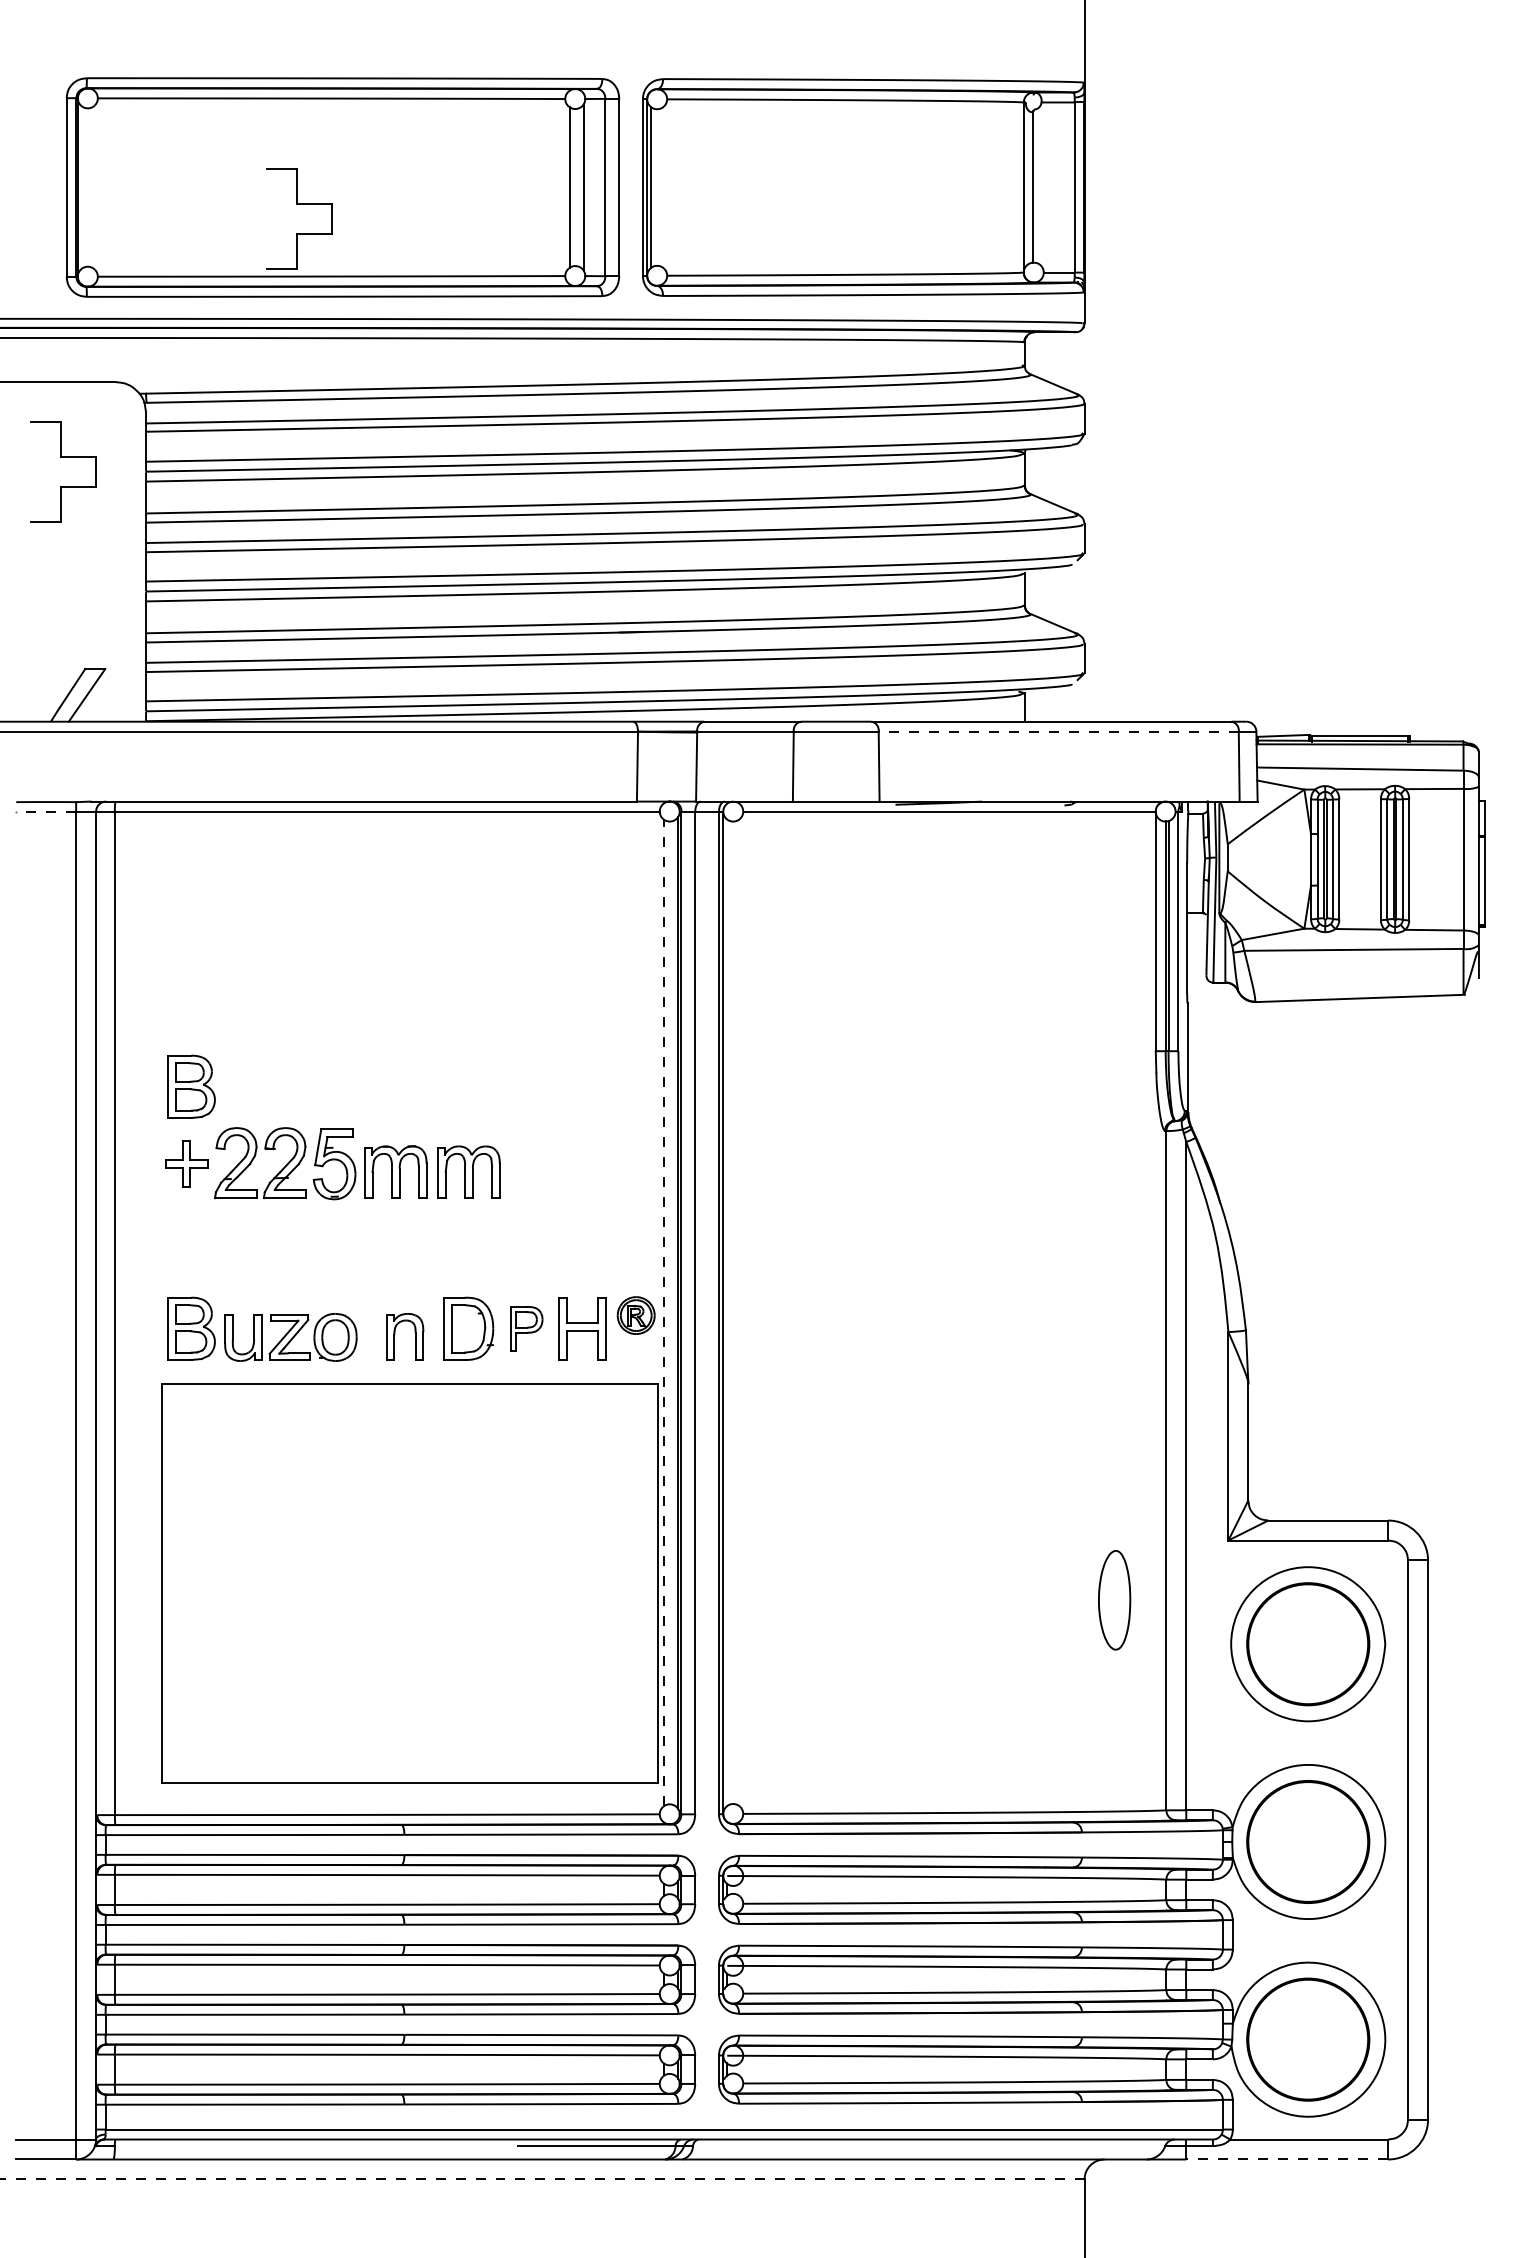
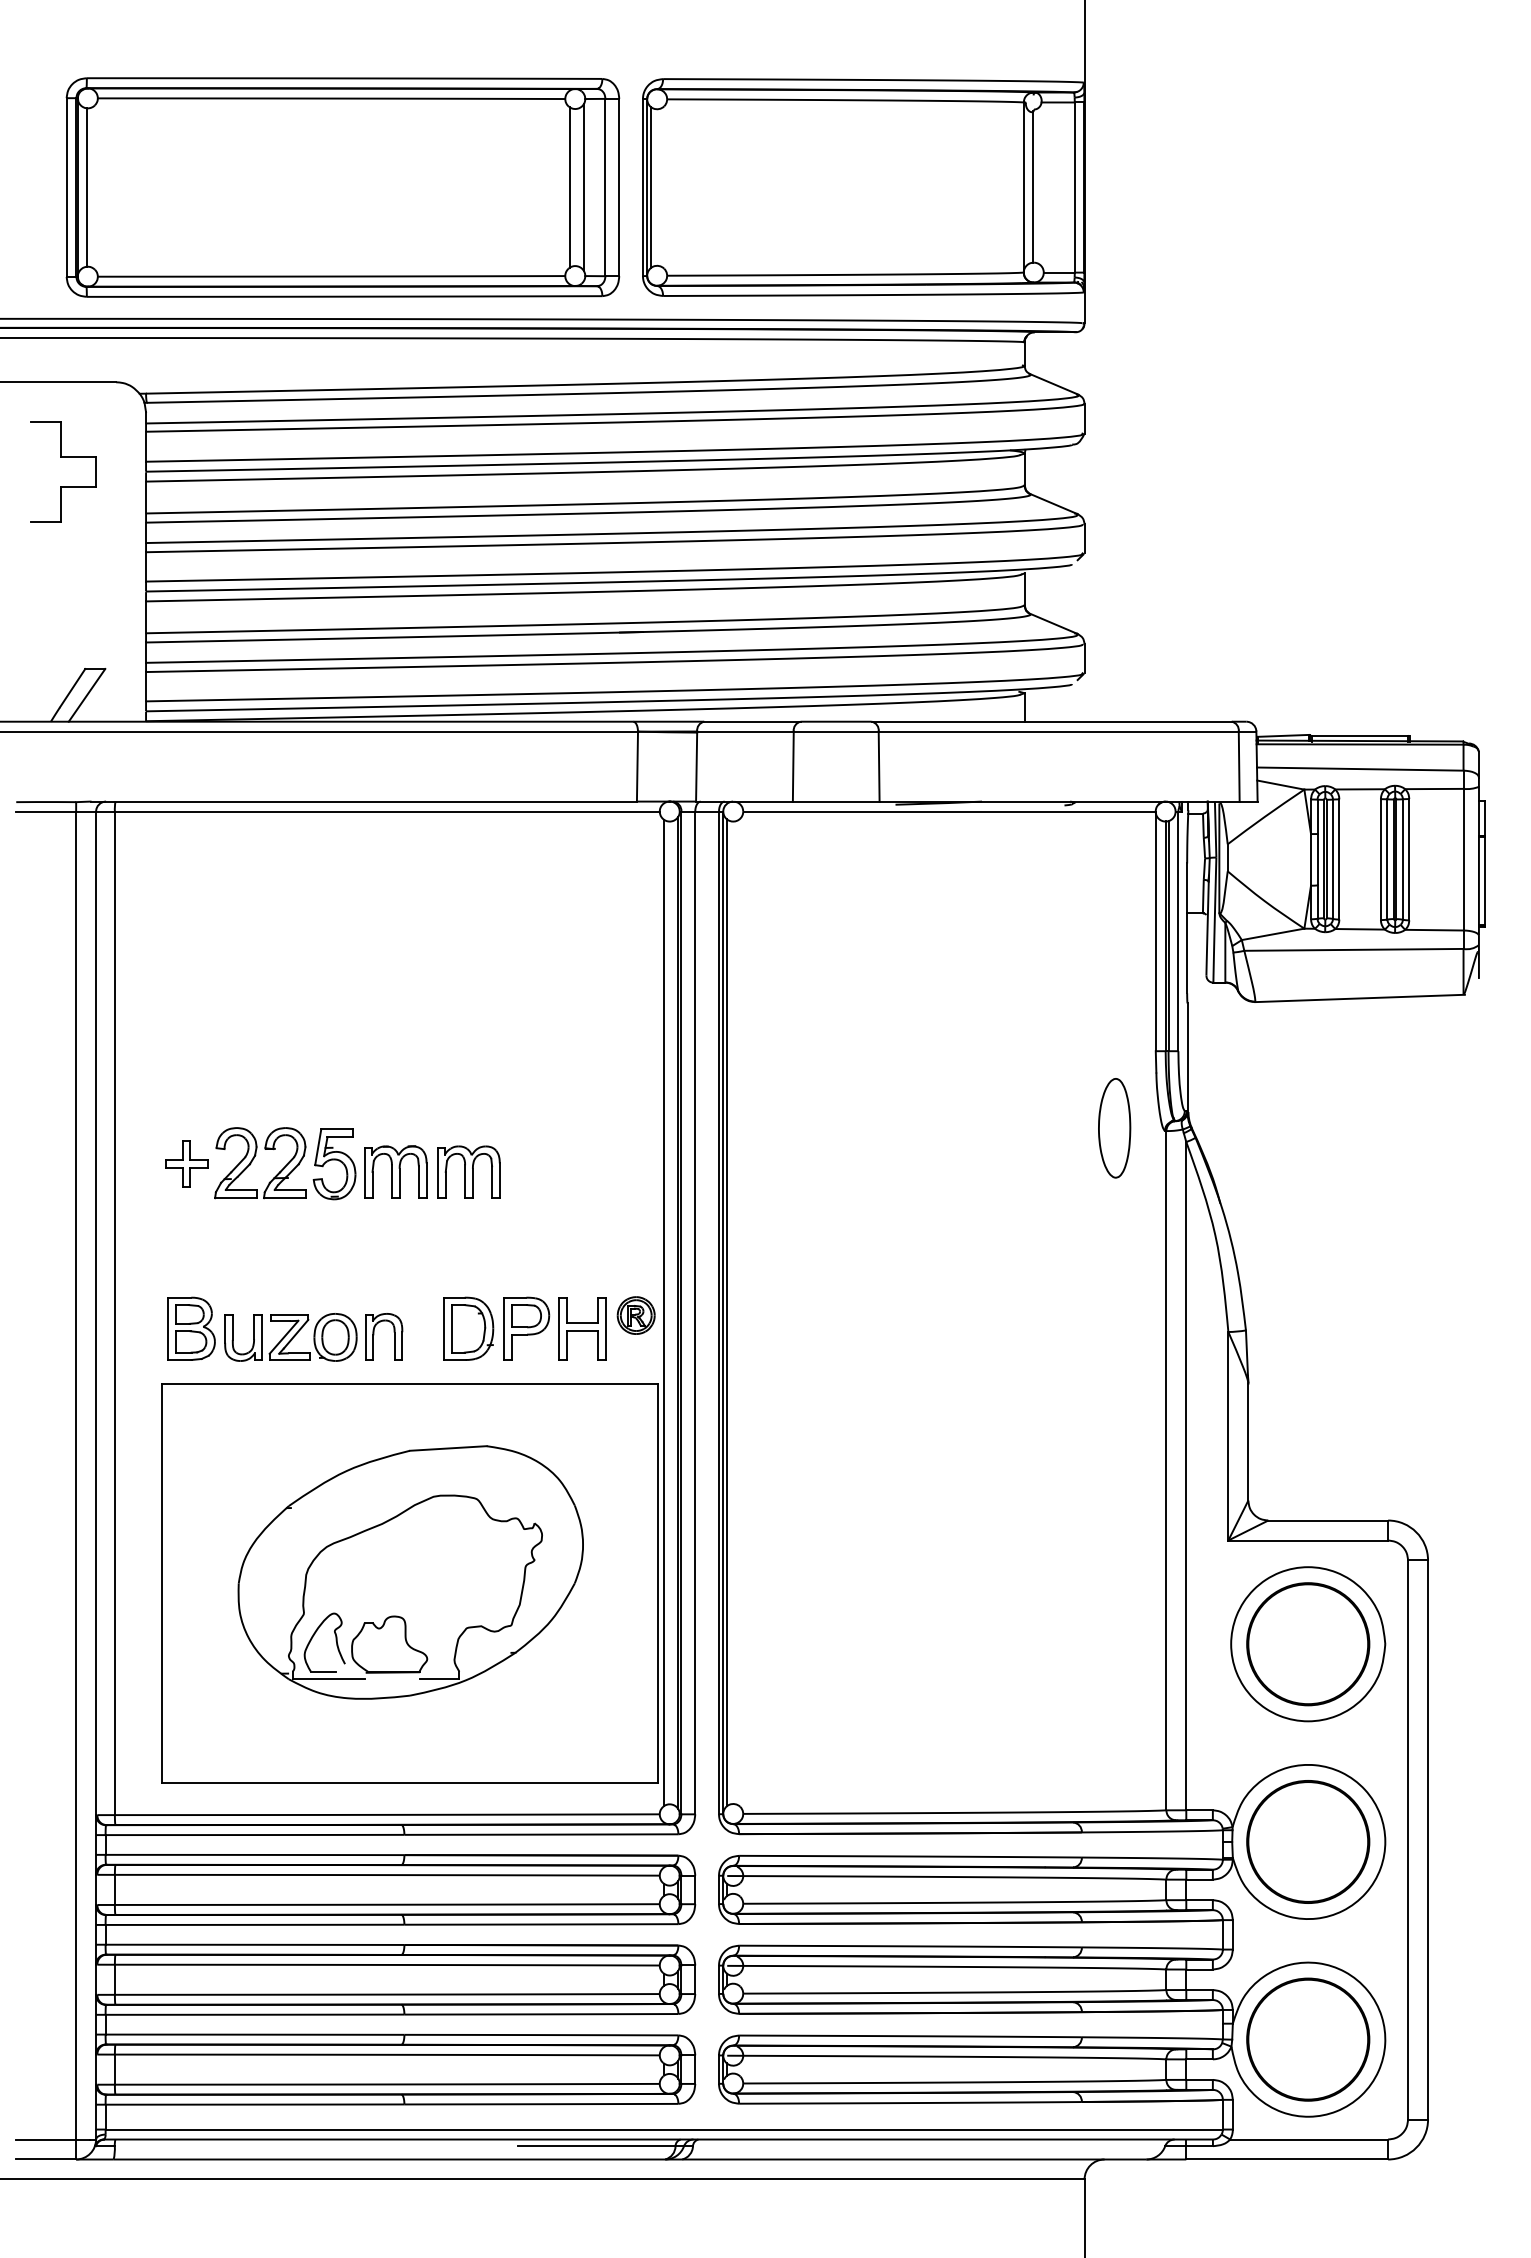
line at (87, 187): none -> present
part at (299, 204): present -> none
line at (1058, 731): dashed -> solid
line at (46, 811): dashed -> solid
part at (191, 1086): present -> none
line at (664, 1312): dashed -> solid
line at (727, 1312): none -> present
part at (526, 1328) size: 34x46 px -> 48x65 px
part at (414, 1332) position: (414, 1332) -> (393, 1332)
part at (410, 1572): none -> present
part at (1114, 1600) position: (1114, 1600) -> (1114, 1128)
line at (1287, 2159): dashed -> solid
line at (542, 2179): dashed -> solid
